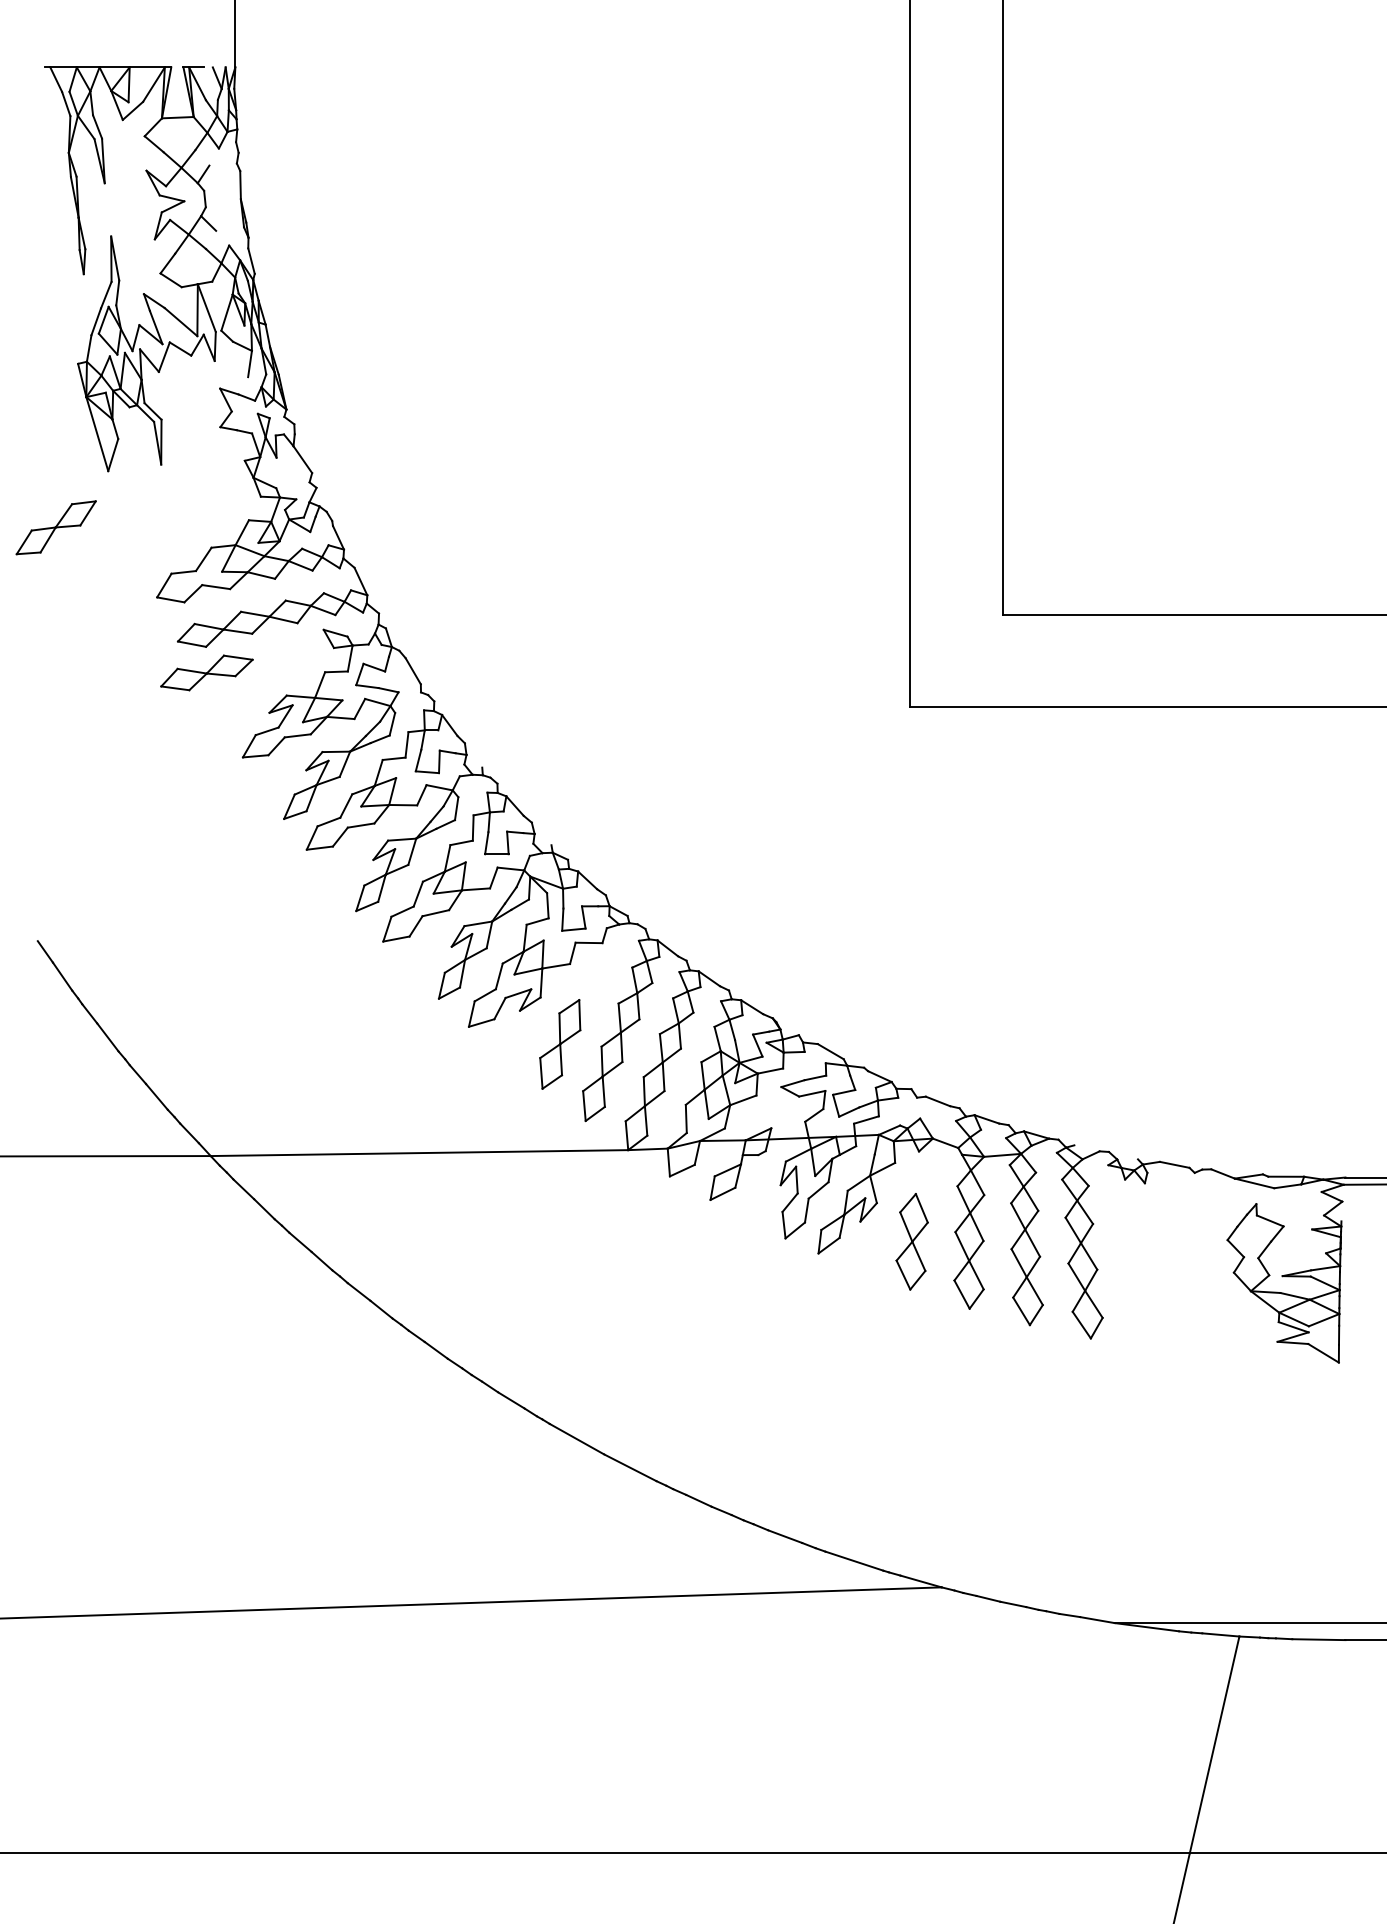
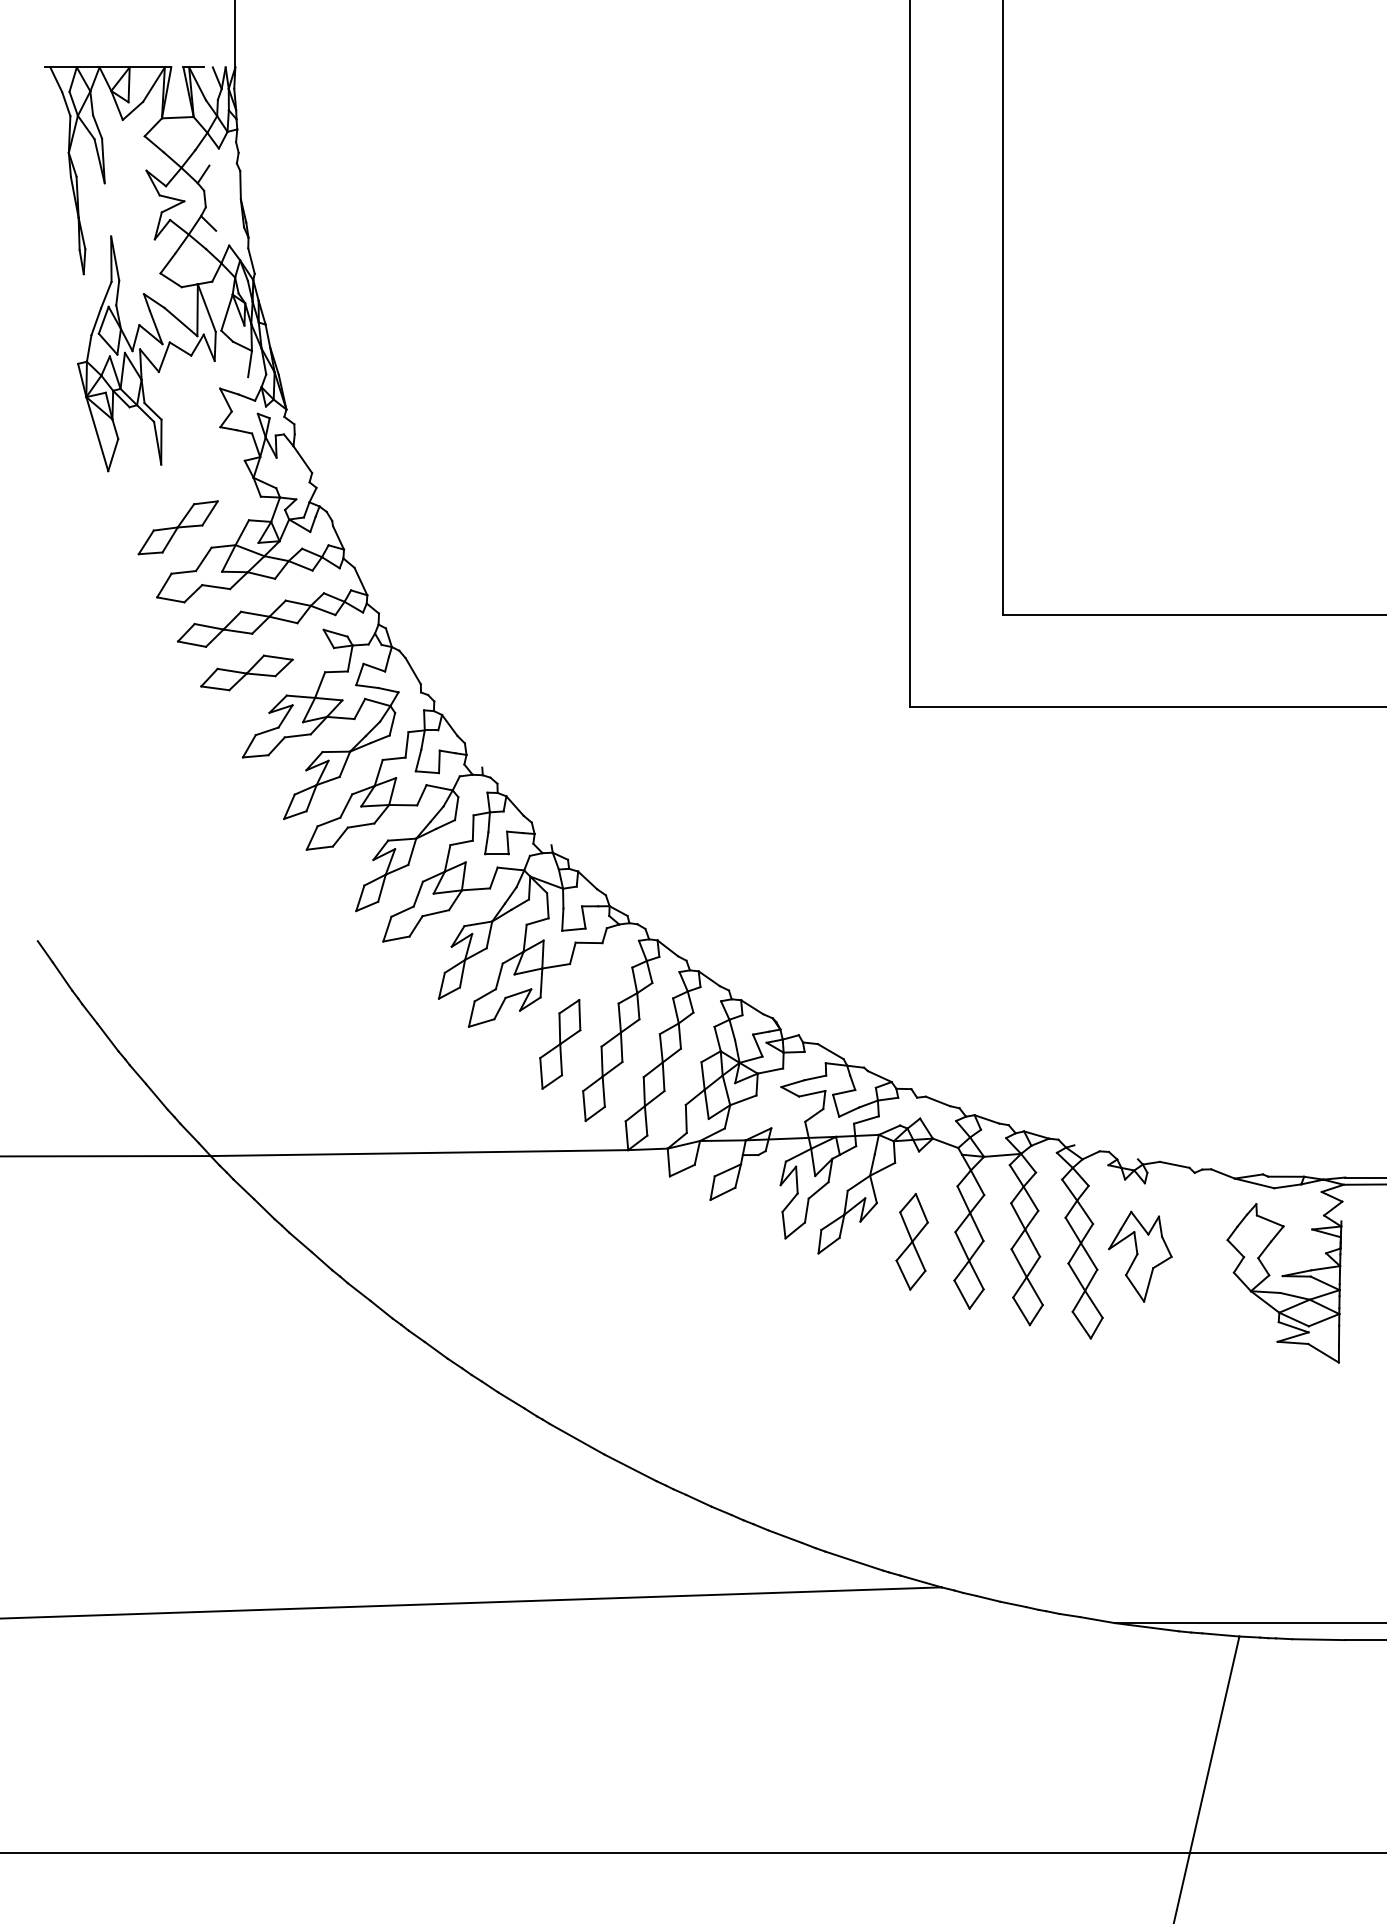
part at (55, 527) position: (55, 527) -> (177, 527)
part at (206, 672) position: (206, 672) -> (246, 672)
part at (1140, 1256): none -> present
